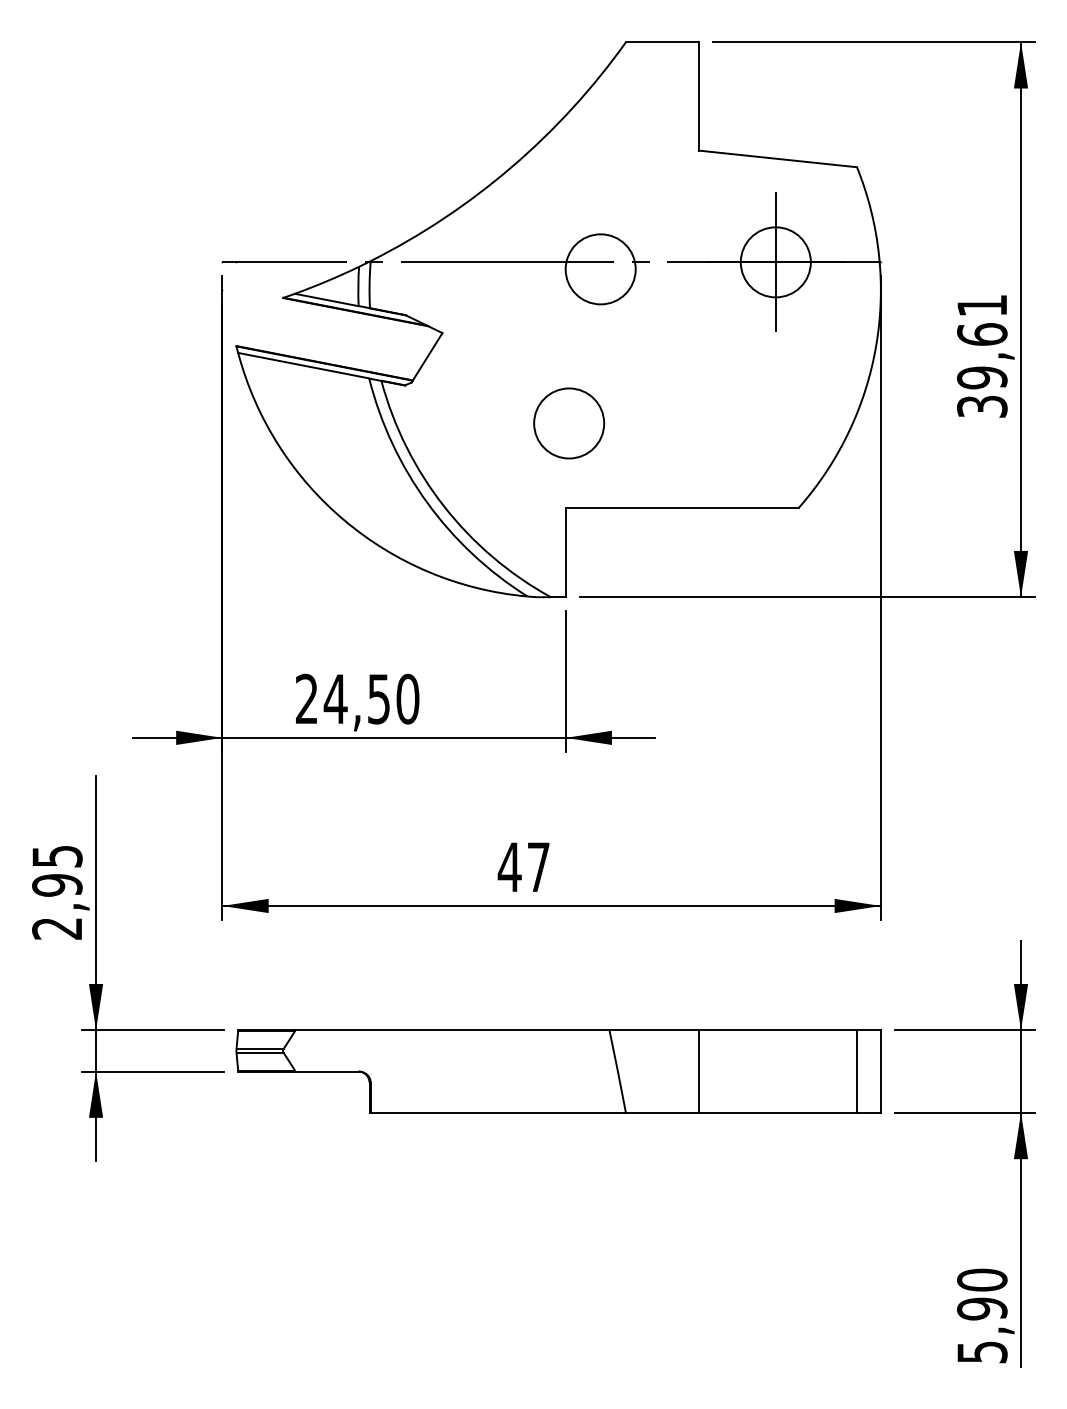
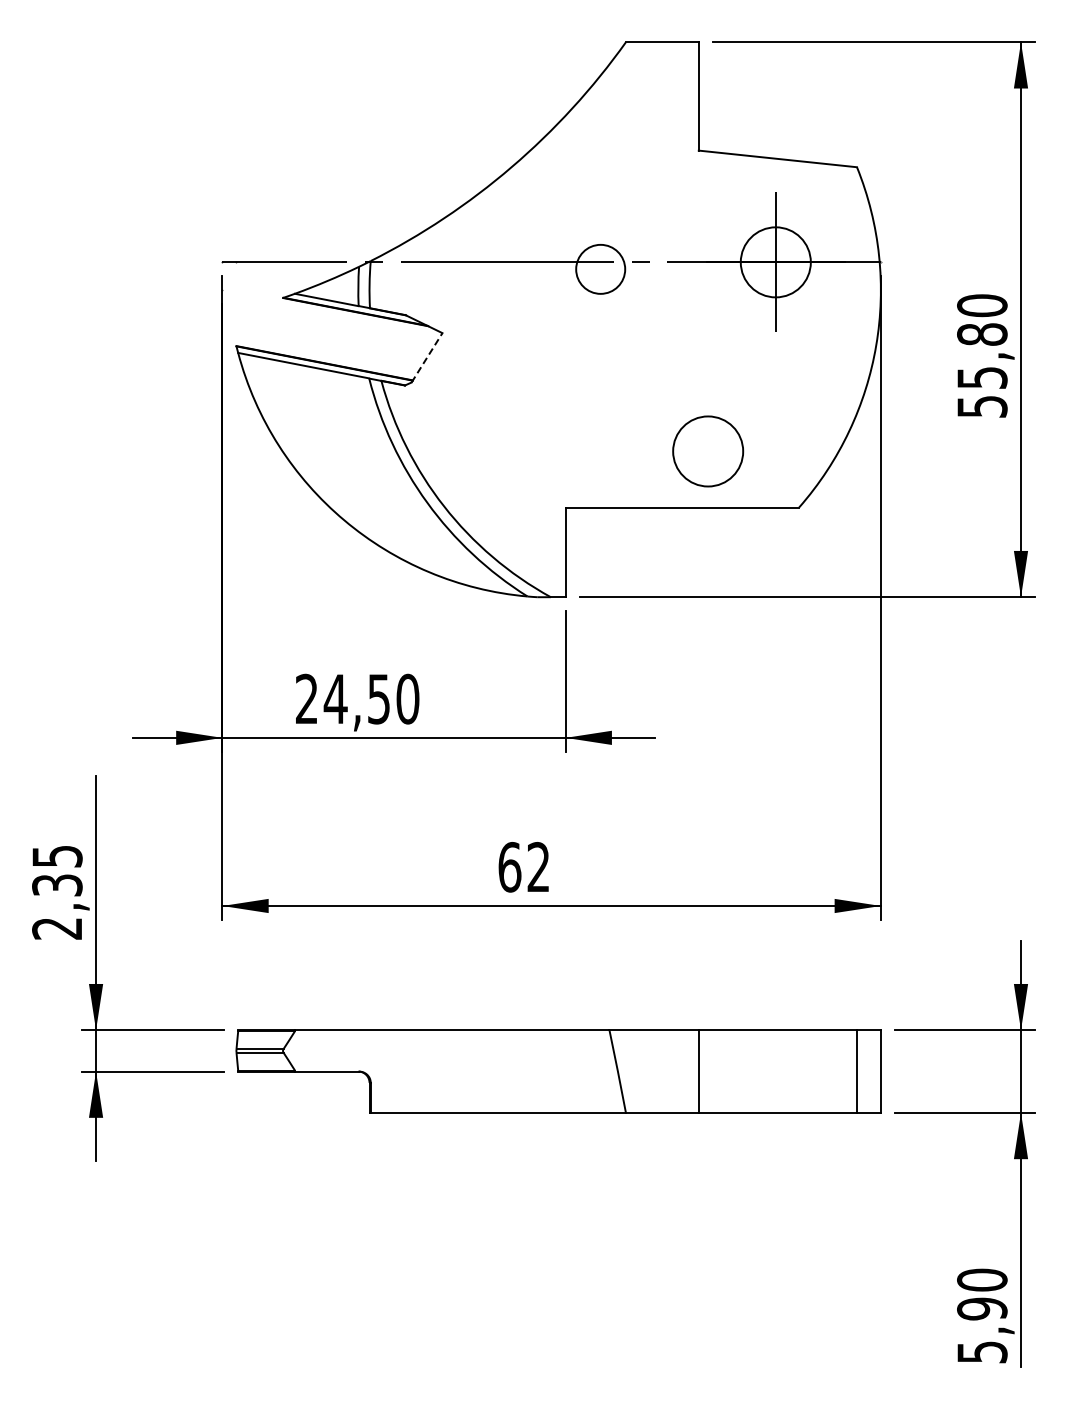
circle at (600, 269) diameter: 70 px -> 49 px
text at (982, 355): 39,61 -> 55,80
line at (427, 357): solid -> dashed
circle at (569, 423) position: (569, 423) -> (708, 451)
text at (523, 867): 47 -> 62
text at (57, 885): 2,95 -> 2,35
